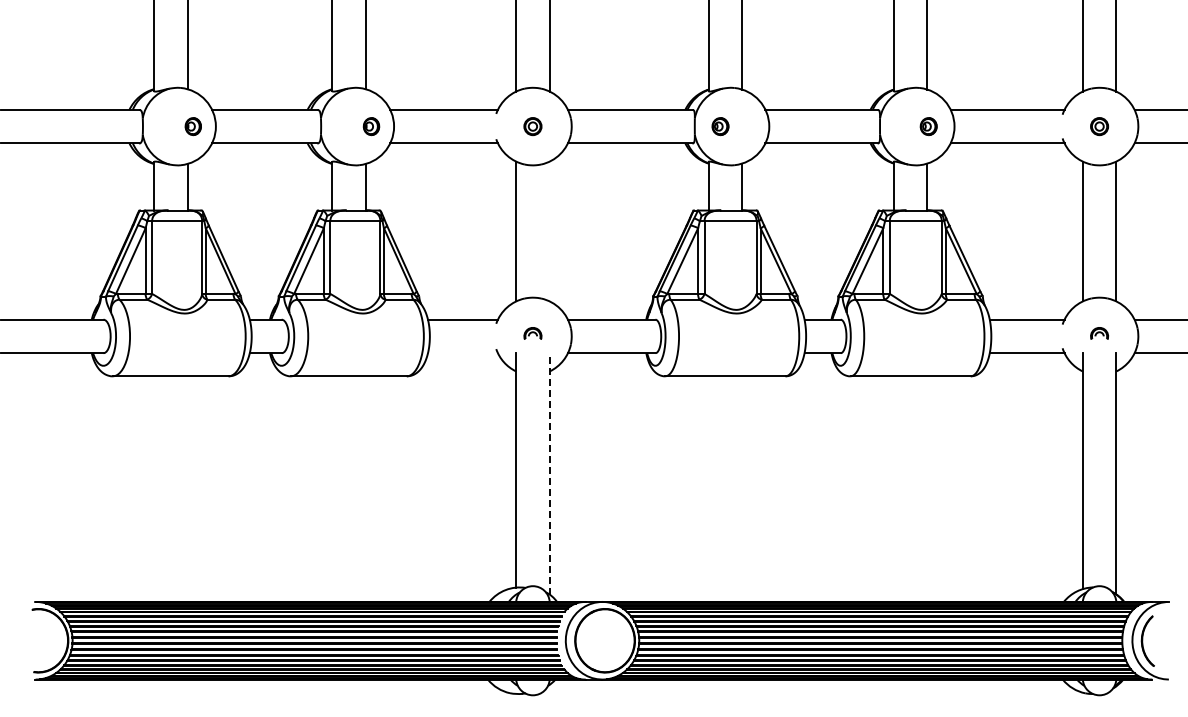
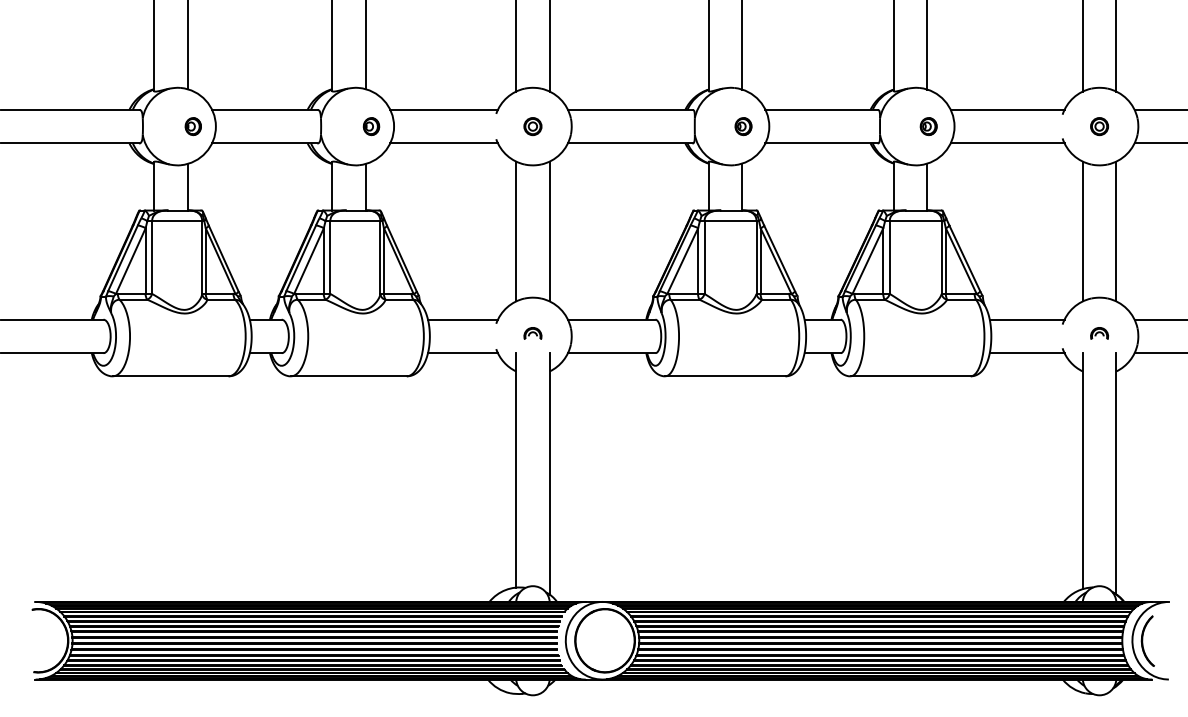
part at (720, 126) position: (720, 126) -> (743, 126)
line at (549, 231): none -> present
line at (462, 353): none -> present
line at (549, 473): dashed -> solid
